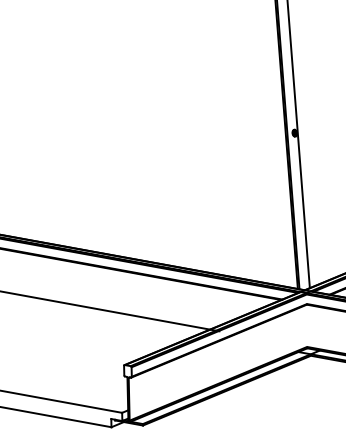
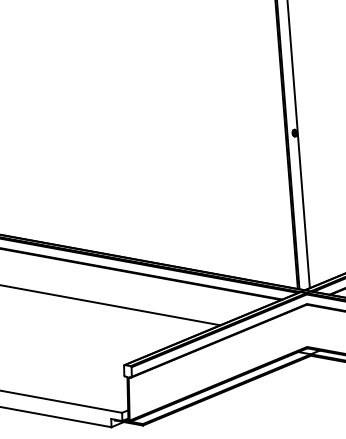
line at (110, 311) position: (110, 311) -> (111, 305)
